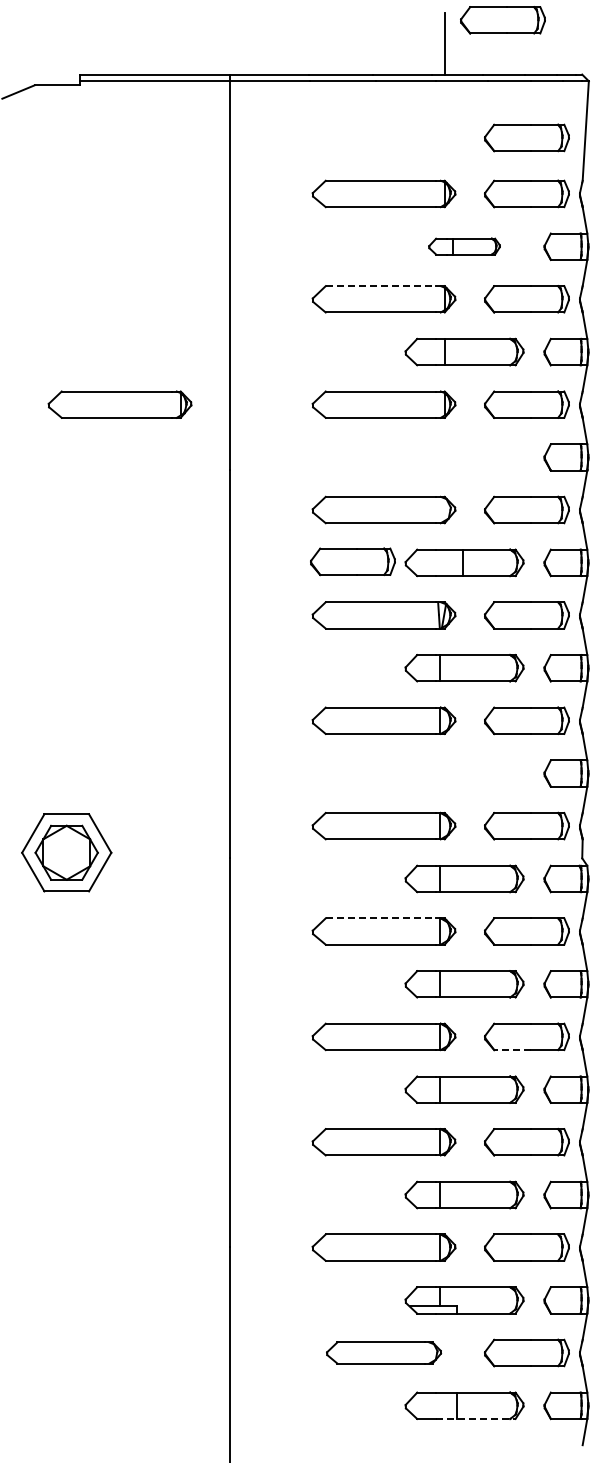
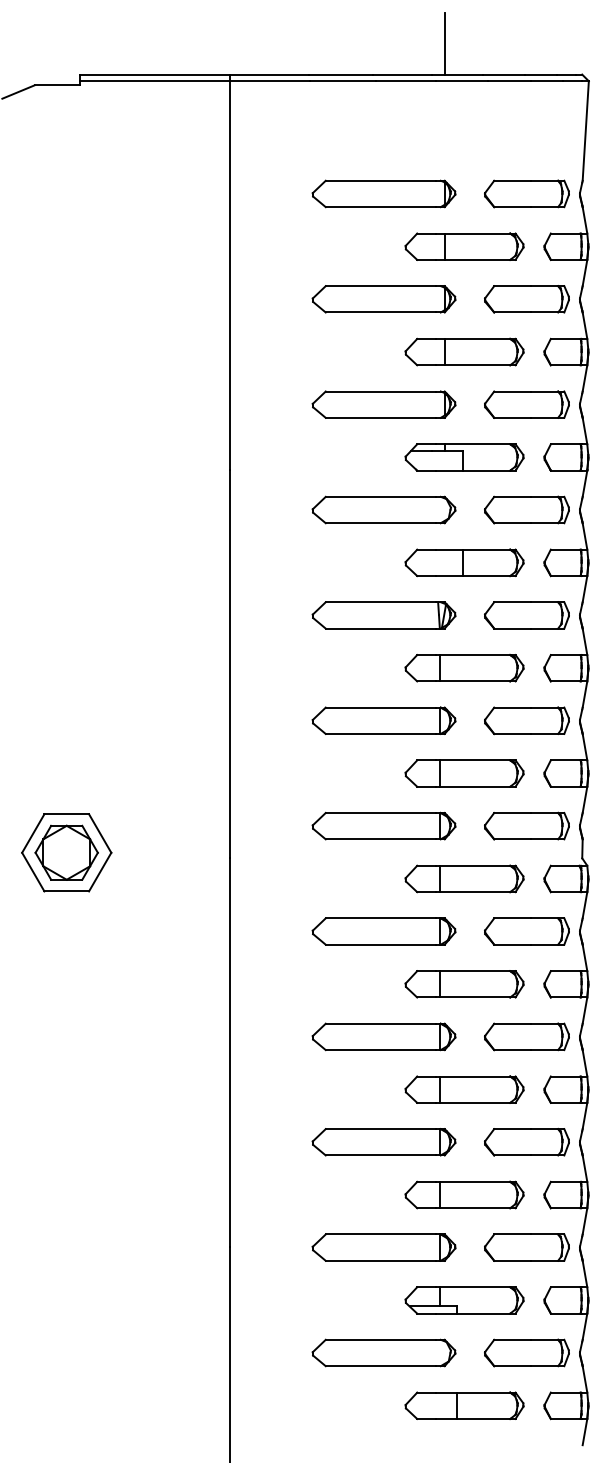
part at (502, 20): present -> none
part at (526, 137): present -> none
part at (464, 246) size: 73x19 px -> 121x29 px
line at (380, 286): dashed -> solid
part at (119, 404): present -> none
part at (464, 457): none -> present
part at (352, 561): present -> none
part at (464, 773): none -> present
line at (380, 918): dashed -> solid
line at (512, 1050): dashed -> solid
part at (384, 1352) size: 117x24 px -> 146x30 px
line at (475, 1418): dashed -> solid
